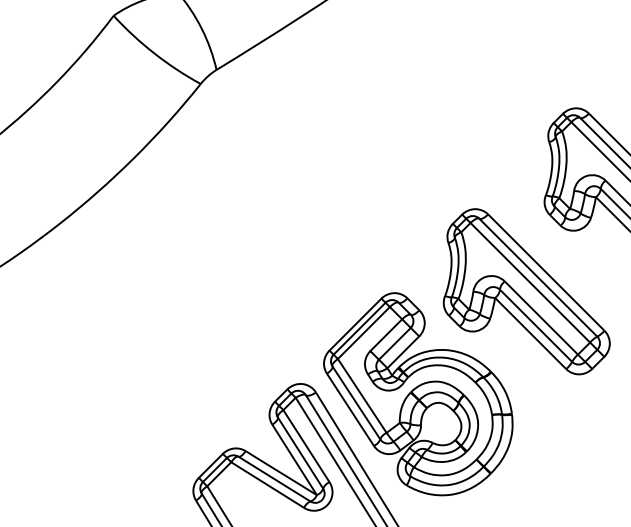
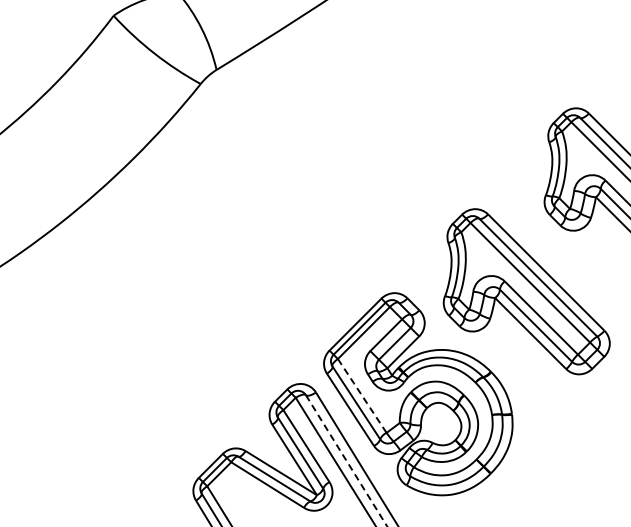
line at (362, 395): solid -> dashed
line at (346, 461): solid -> dashed
